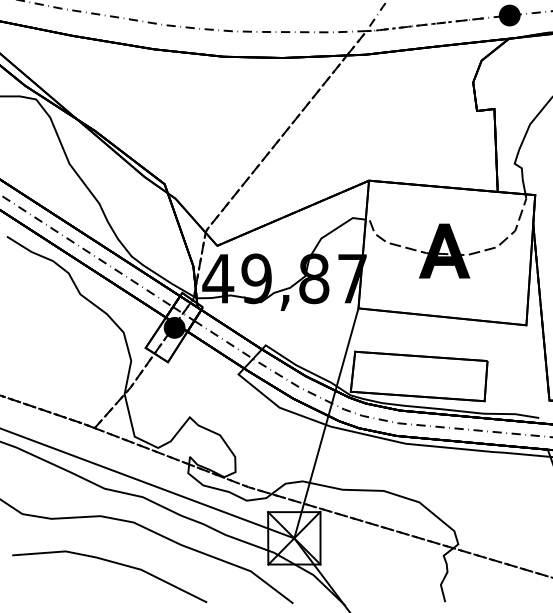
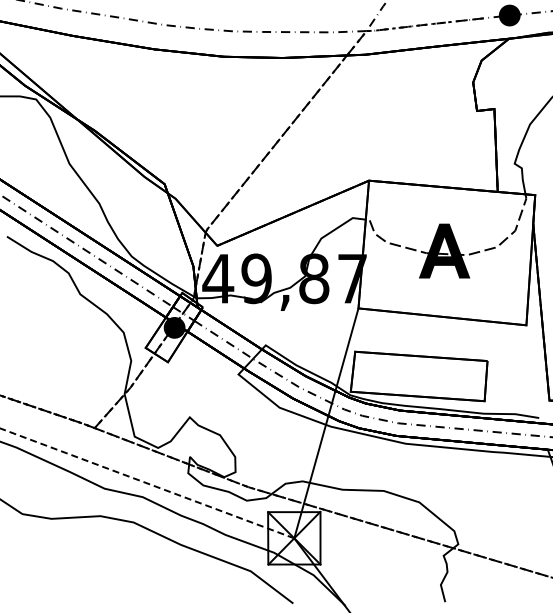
line at (147, 483): solid -> dashed
line at (113, 563): present -> none
